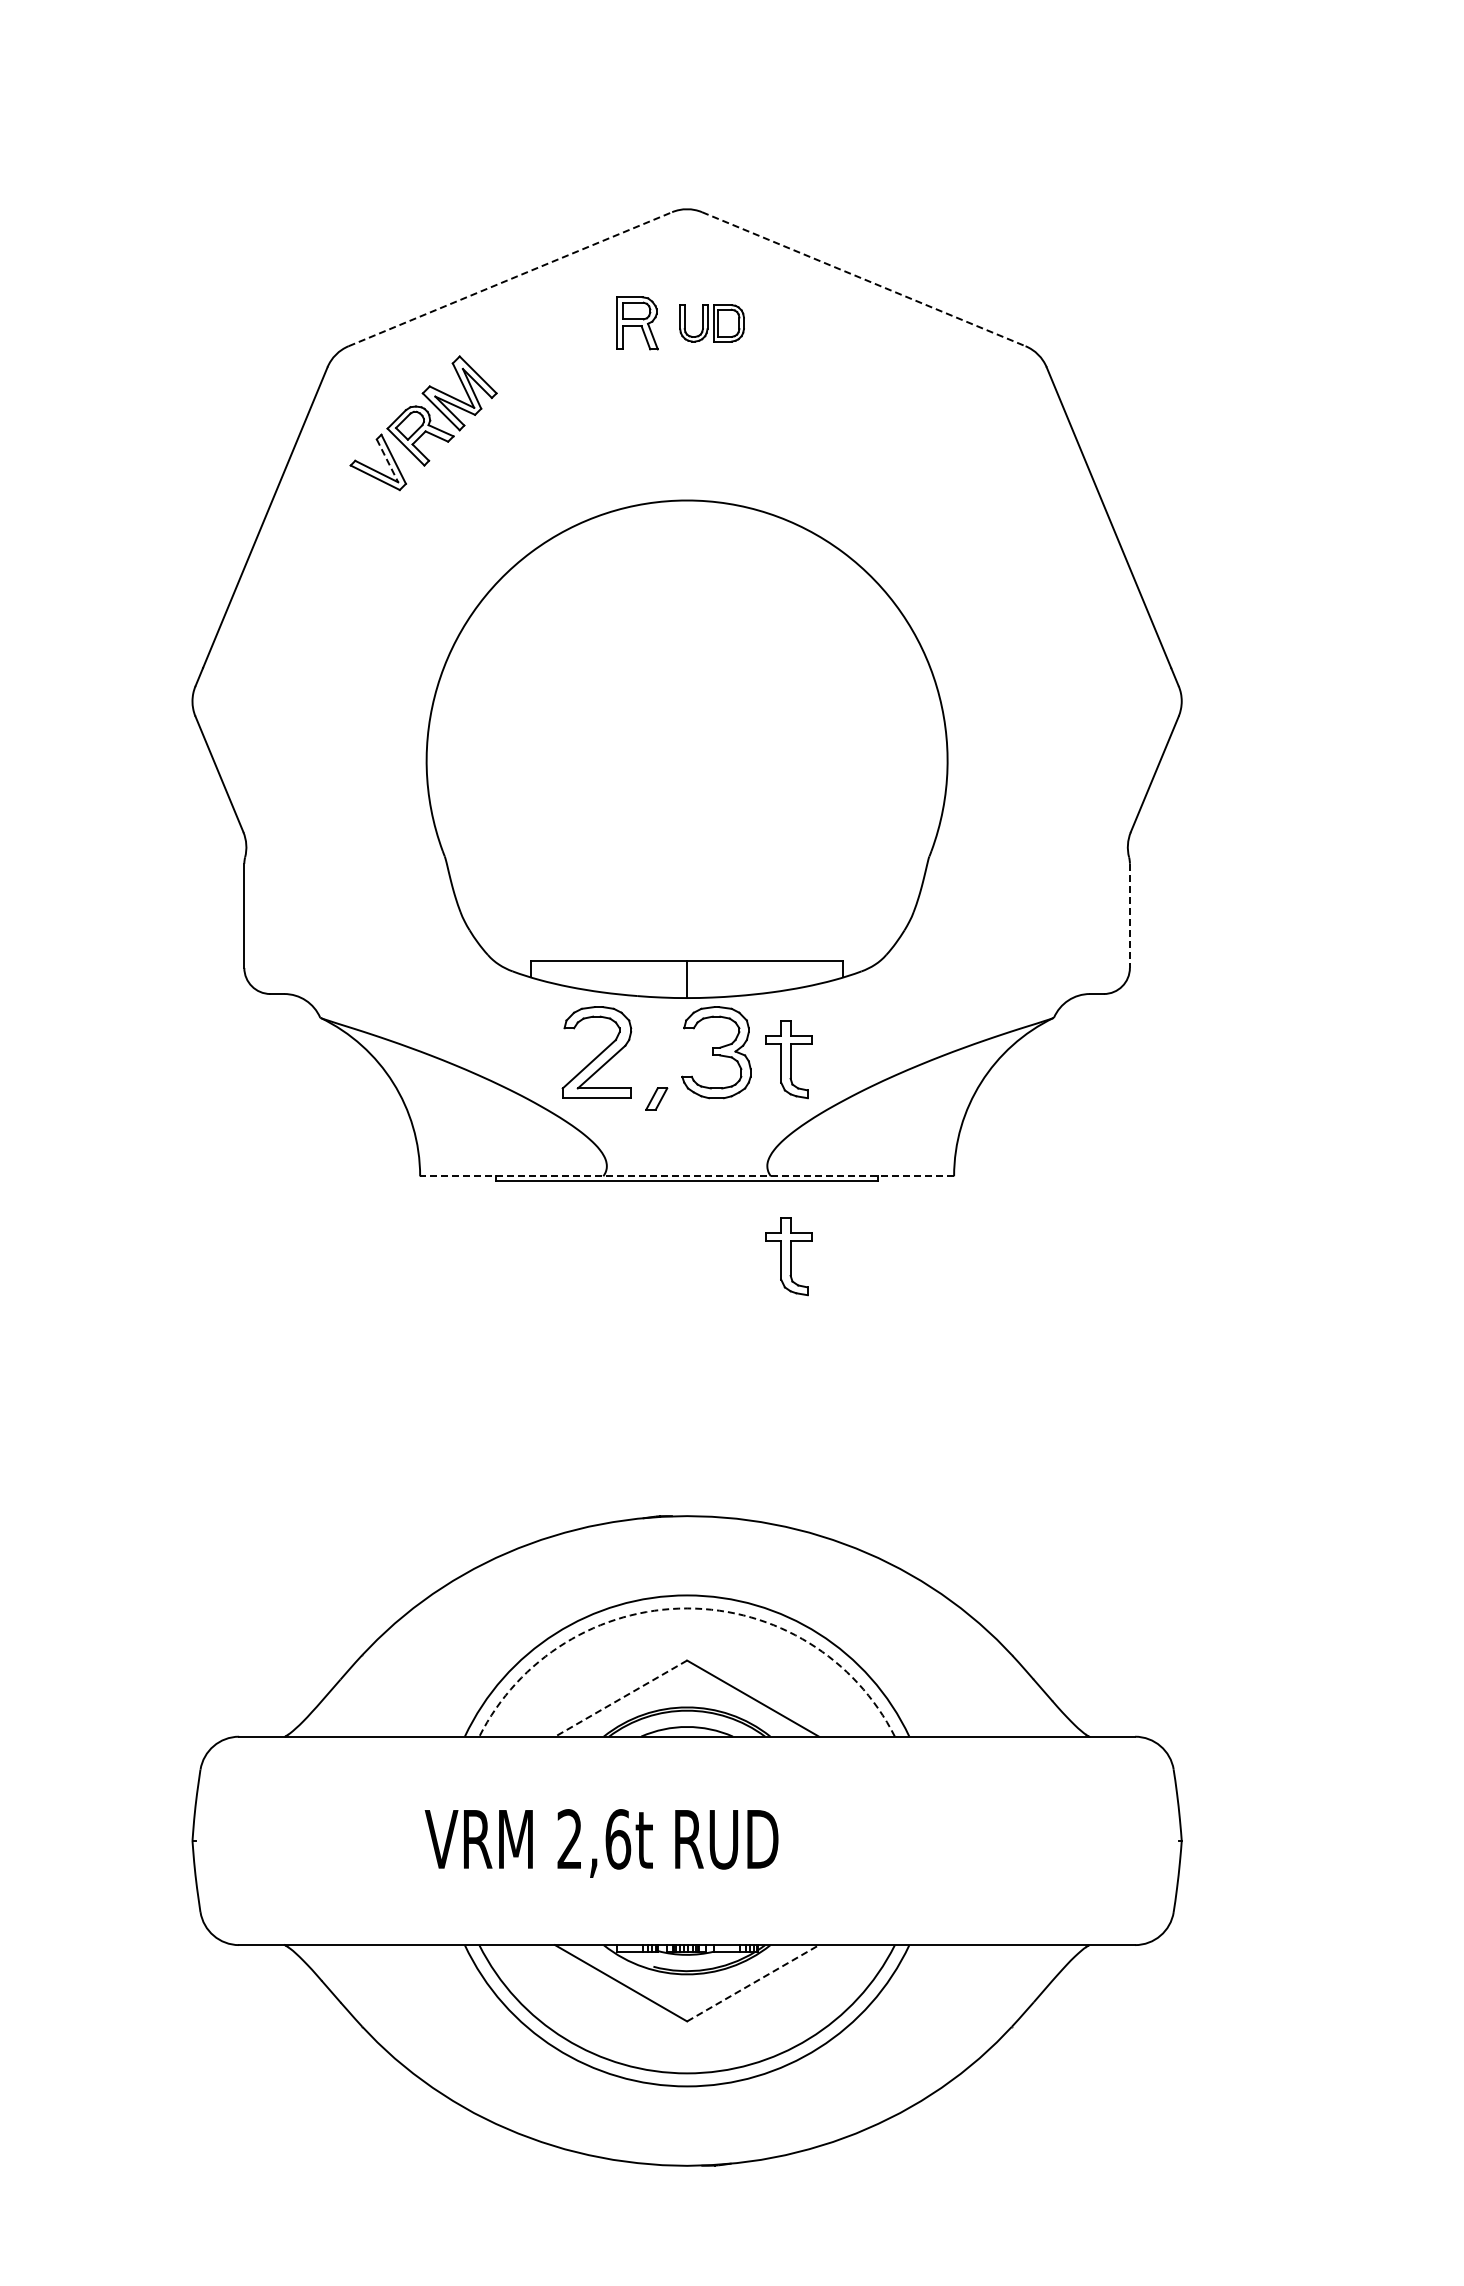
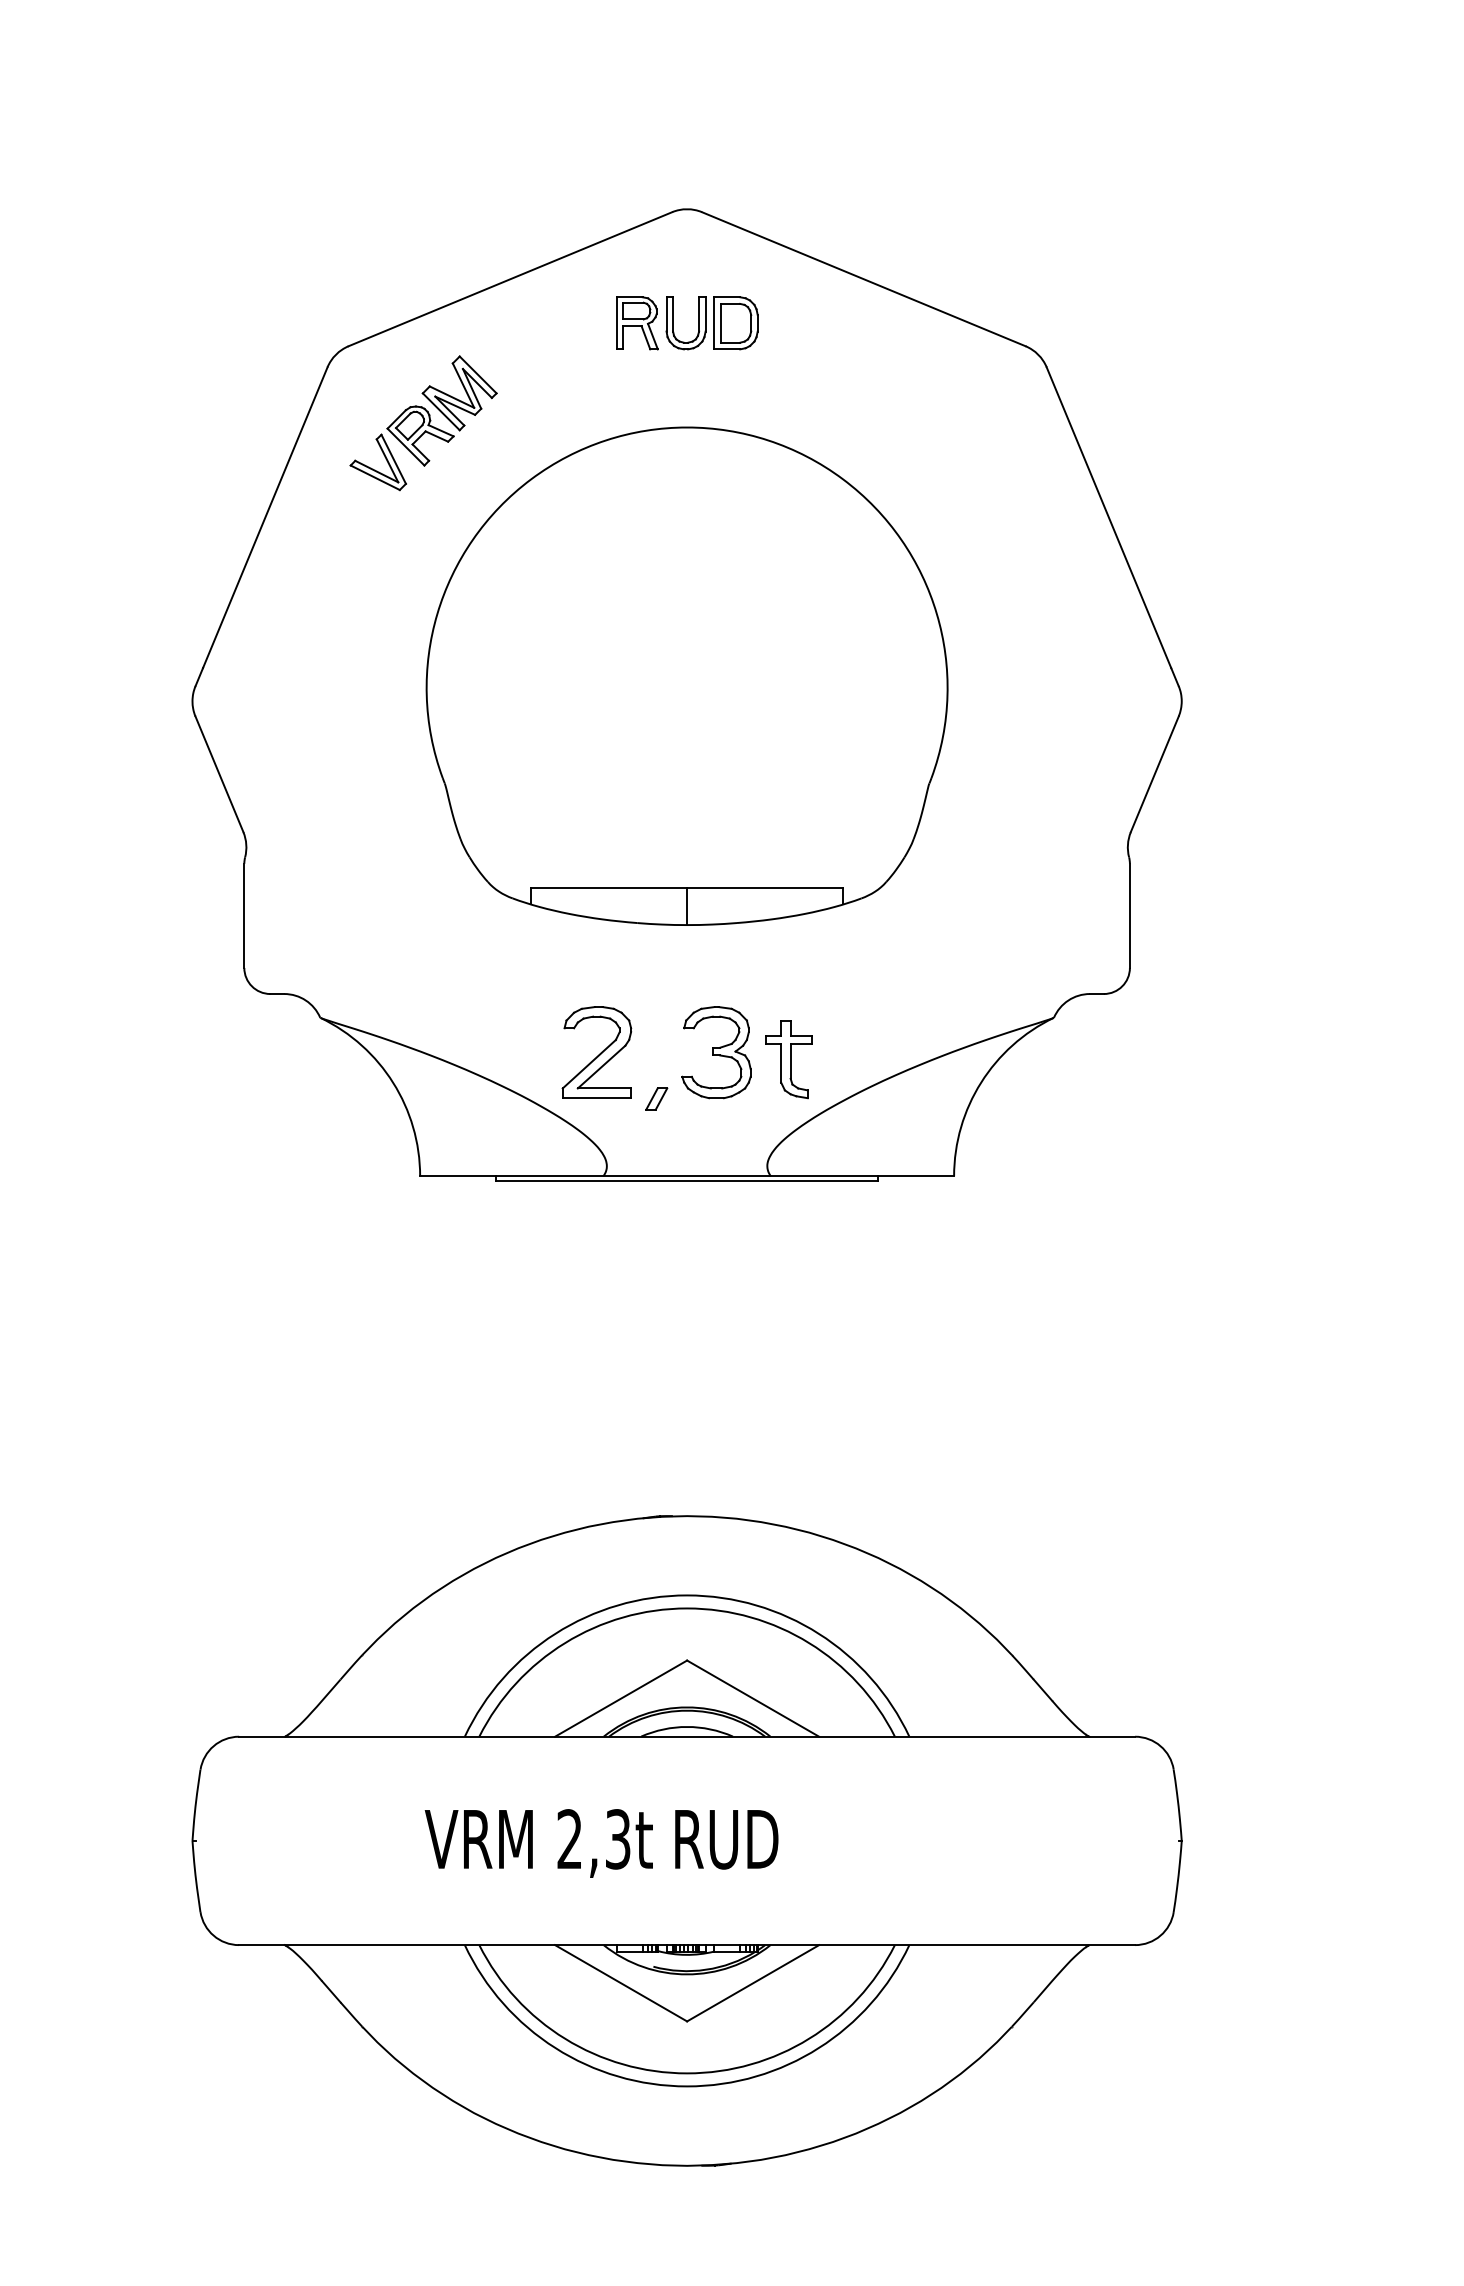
line at (510, 279): dashed -> solid
line at (864, 279): dashed -> solid
part at (711, 323) size: 66x39 px -> 94x55 px
line at (387, 461): dashed -> solid
part at (686, 748) position: (686, 748) -> (686, 675)
line at (1129, 916): dashed -> solid
line at (687, 1176): dashed -> solid
part at (788, 1256): present -> none
arc at (687, 1608): dashed -> solid
line at (620, 1698): dashed -> solid
text at (618, 1839): 2,6t -> 2,3t
line at (753, 1983): dashed -> solid
